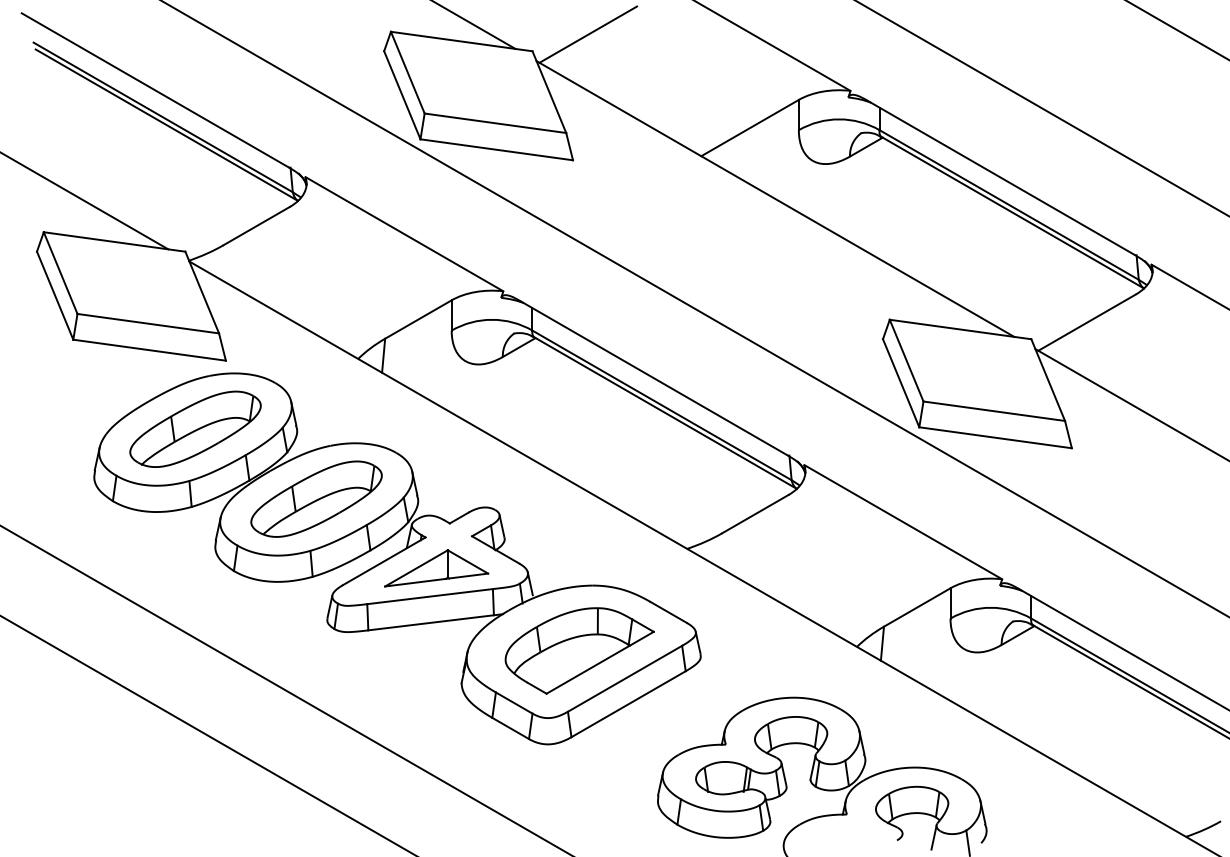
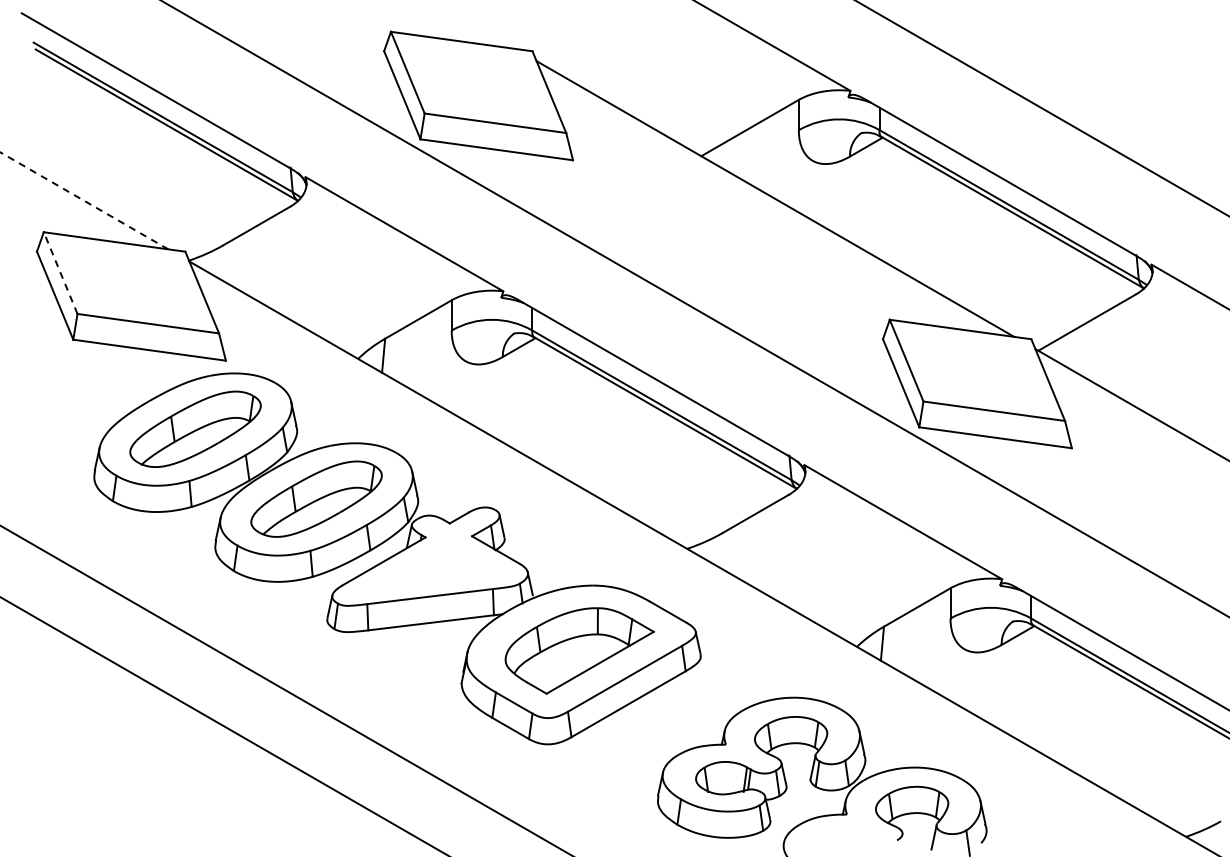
line at (474, 25): present -> none
line at (1177, 30): present -> none
line at (588, 34): present -> none
line at (84, 200): solid -> dashed
line at (60, 272): solid -> dashed
part at (436, 568): present -> none
line at (207, 734) position: (207, 734) -> (223, 725)
